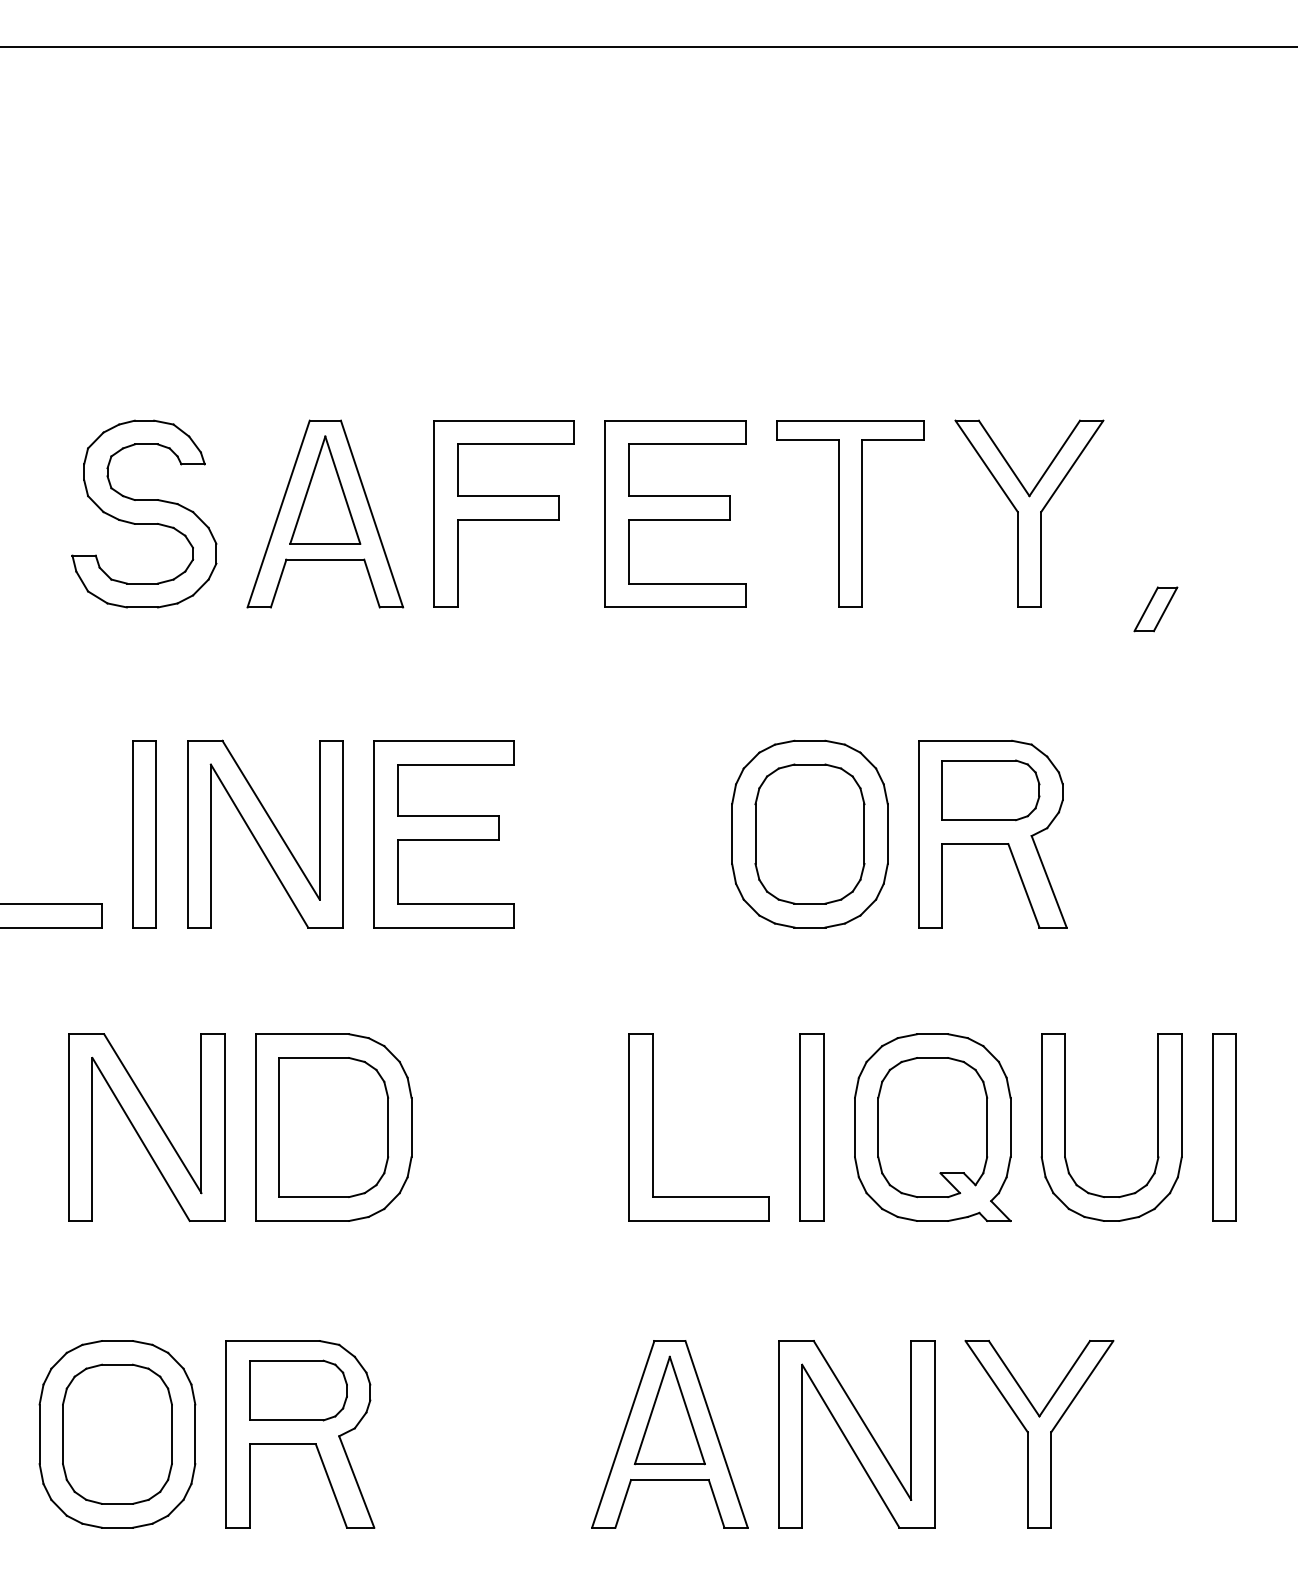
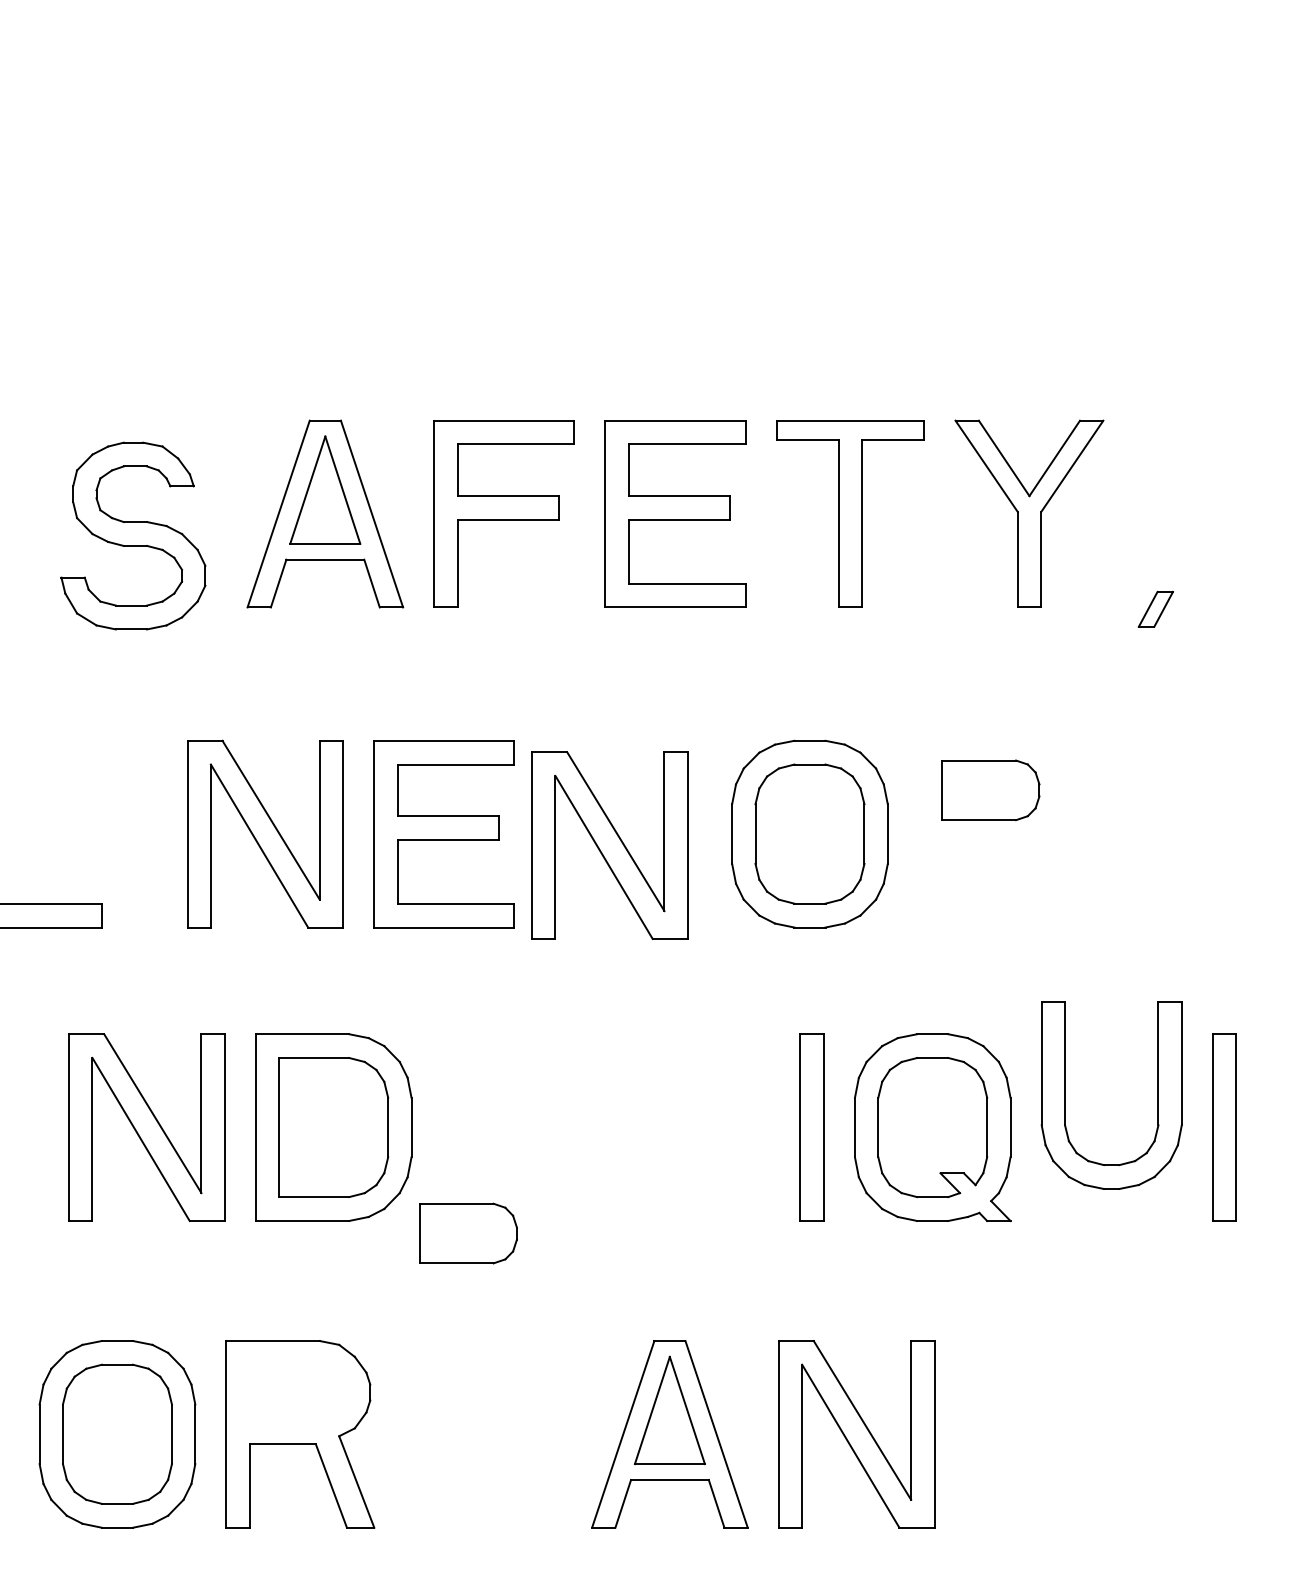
line at (648, 47): present -> none
part at (144, 513) position: (144, 513) -> (133, 535)
part at (1155, 609) size: 46x47 px -> 37x38 px
part at (992, 833): present -> none
part at (144, 834): present -> none
part at (609, 845): none -> present
part at (653, 1127): present -> none
part at (1065, 1127) position: (1065, 1127) -> (1065, 1095)
part at (298, 1390) position: (298, 1390) -> (468, 1233)
part at (1039, 1434): present -> none
